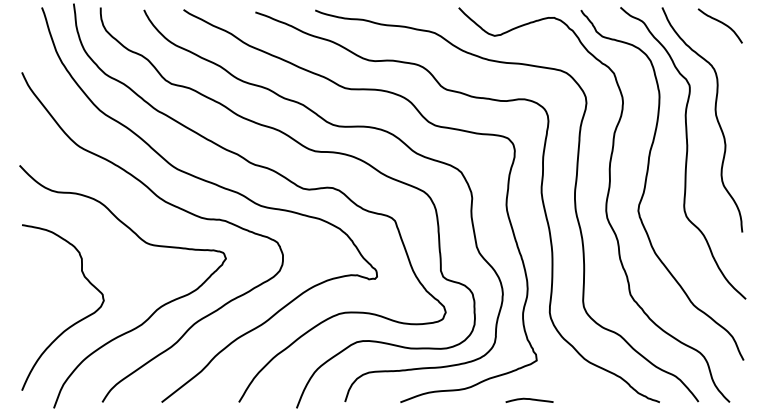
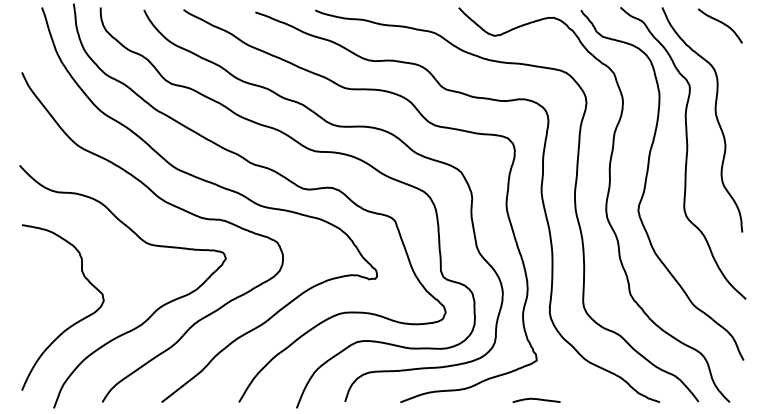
curve at (529, 399) position: (529, 399) -> (536, 399)
